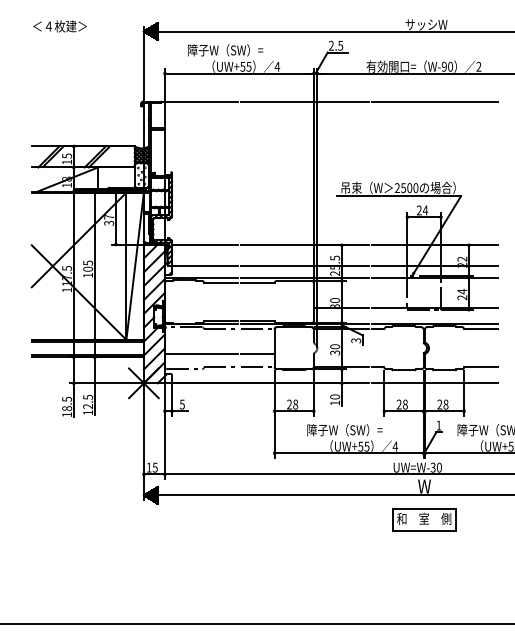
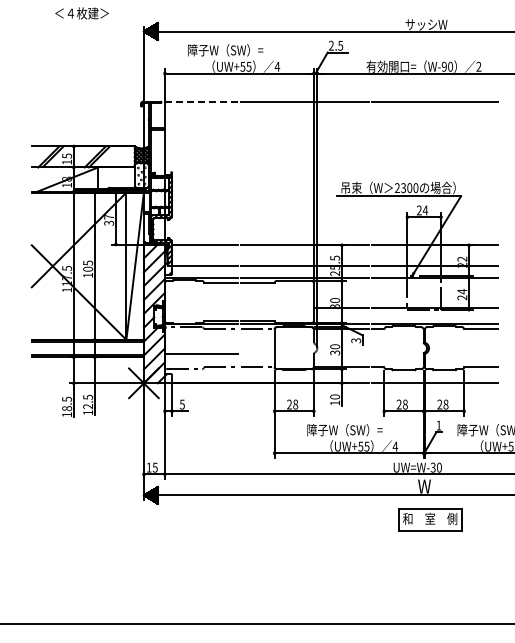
text at (59, 26) position: (59, 26) -> (81, 13)
line at (199, 101): solid -> dashed
text at (403, 187): 2500 -> 2300
line at (257, 354): present -> none
part at (424, 519) position: (424, 519) -> (430, 519)
